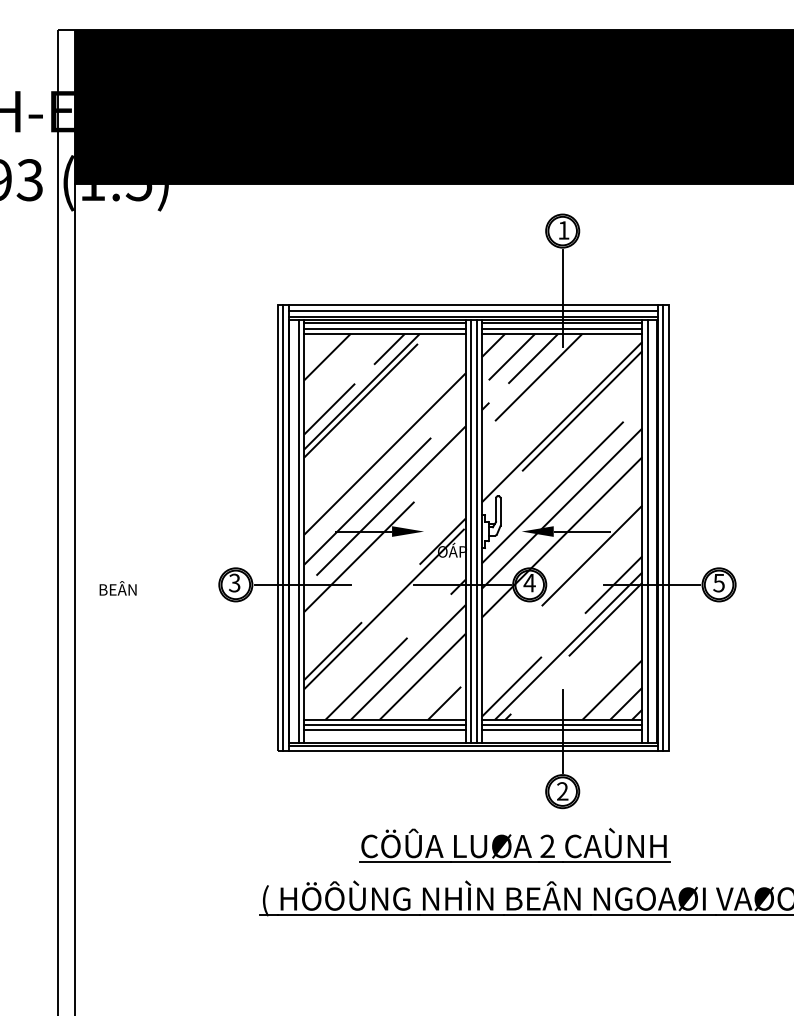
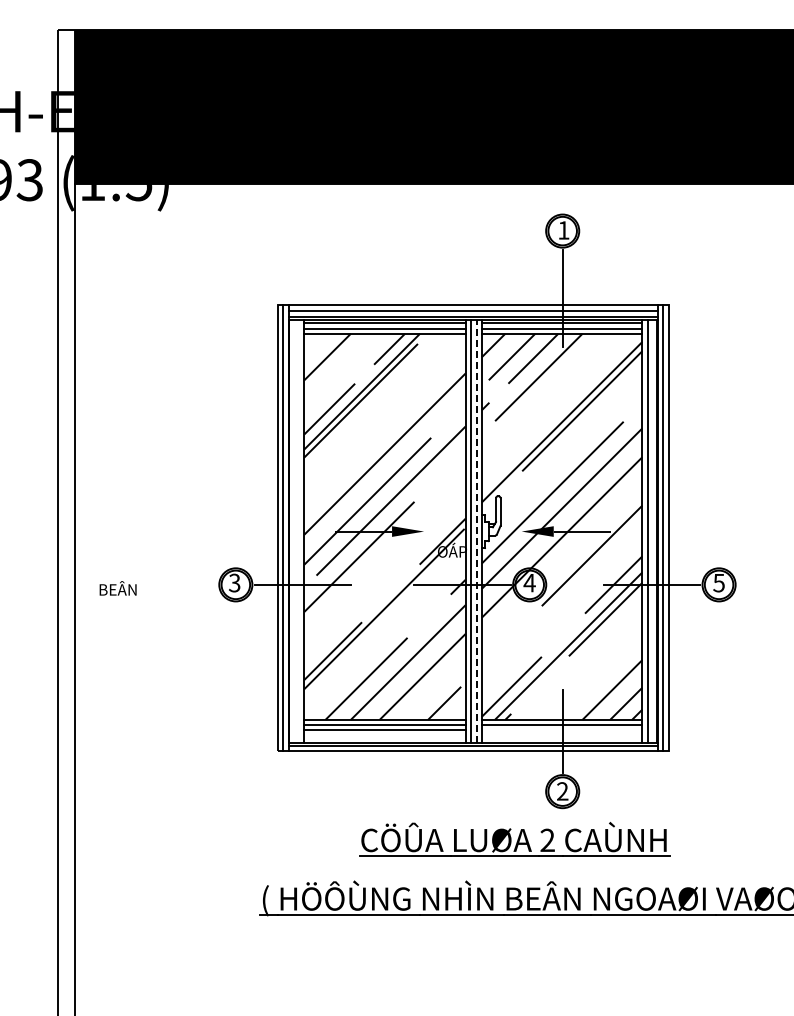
line at (299, 531): present -> none
line at (476, 531): solid -> dashed
line at (561, 730): present -> none
part at (514, 845) position: (514, 845) -> (514, 839)
